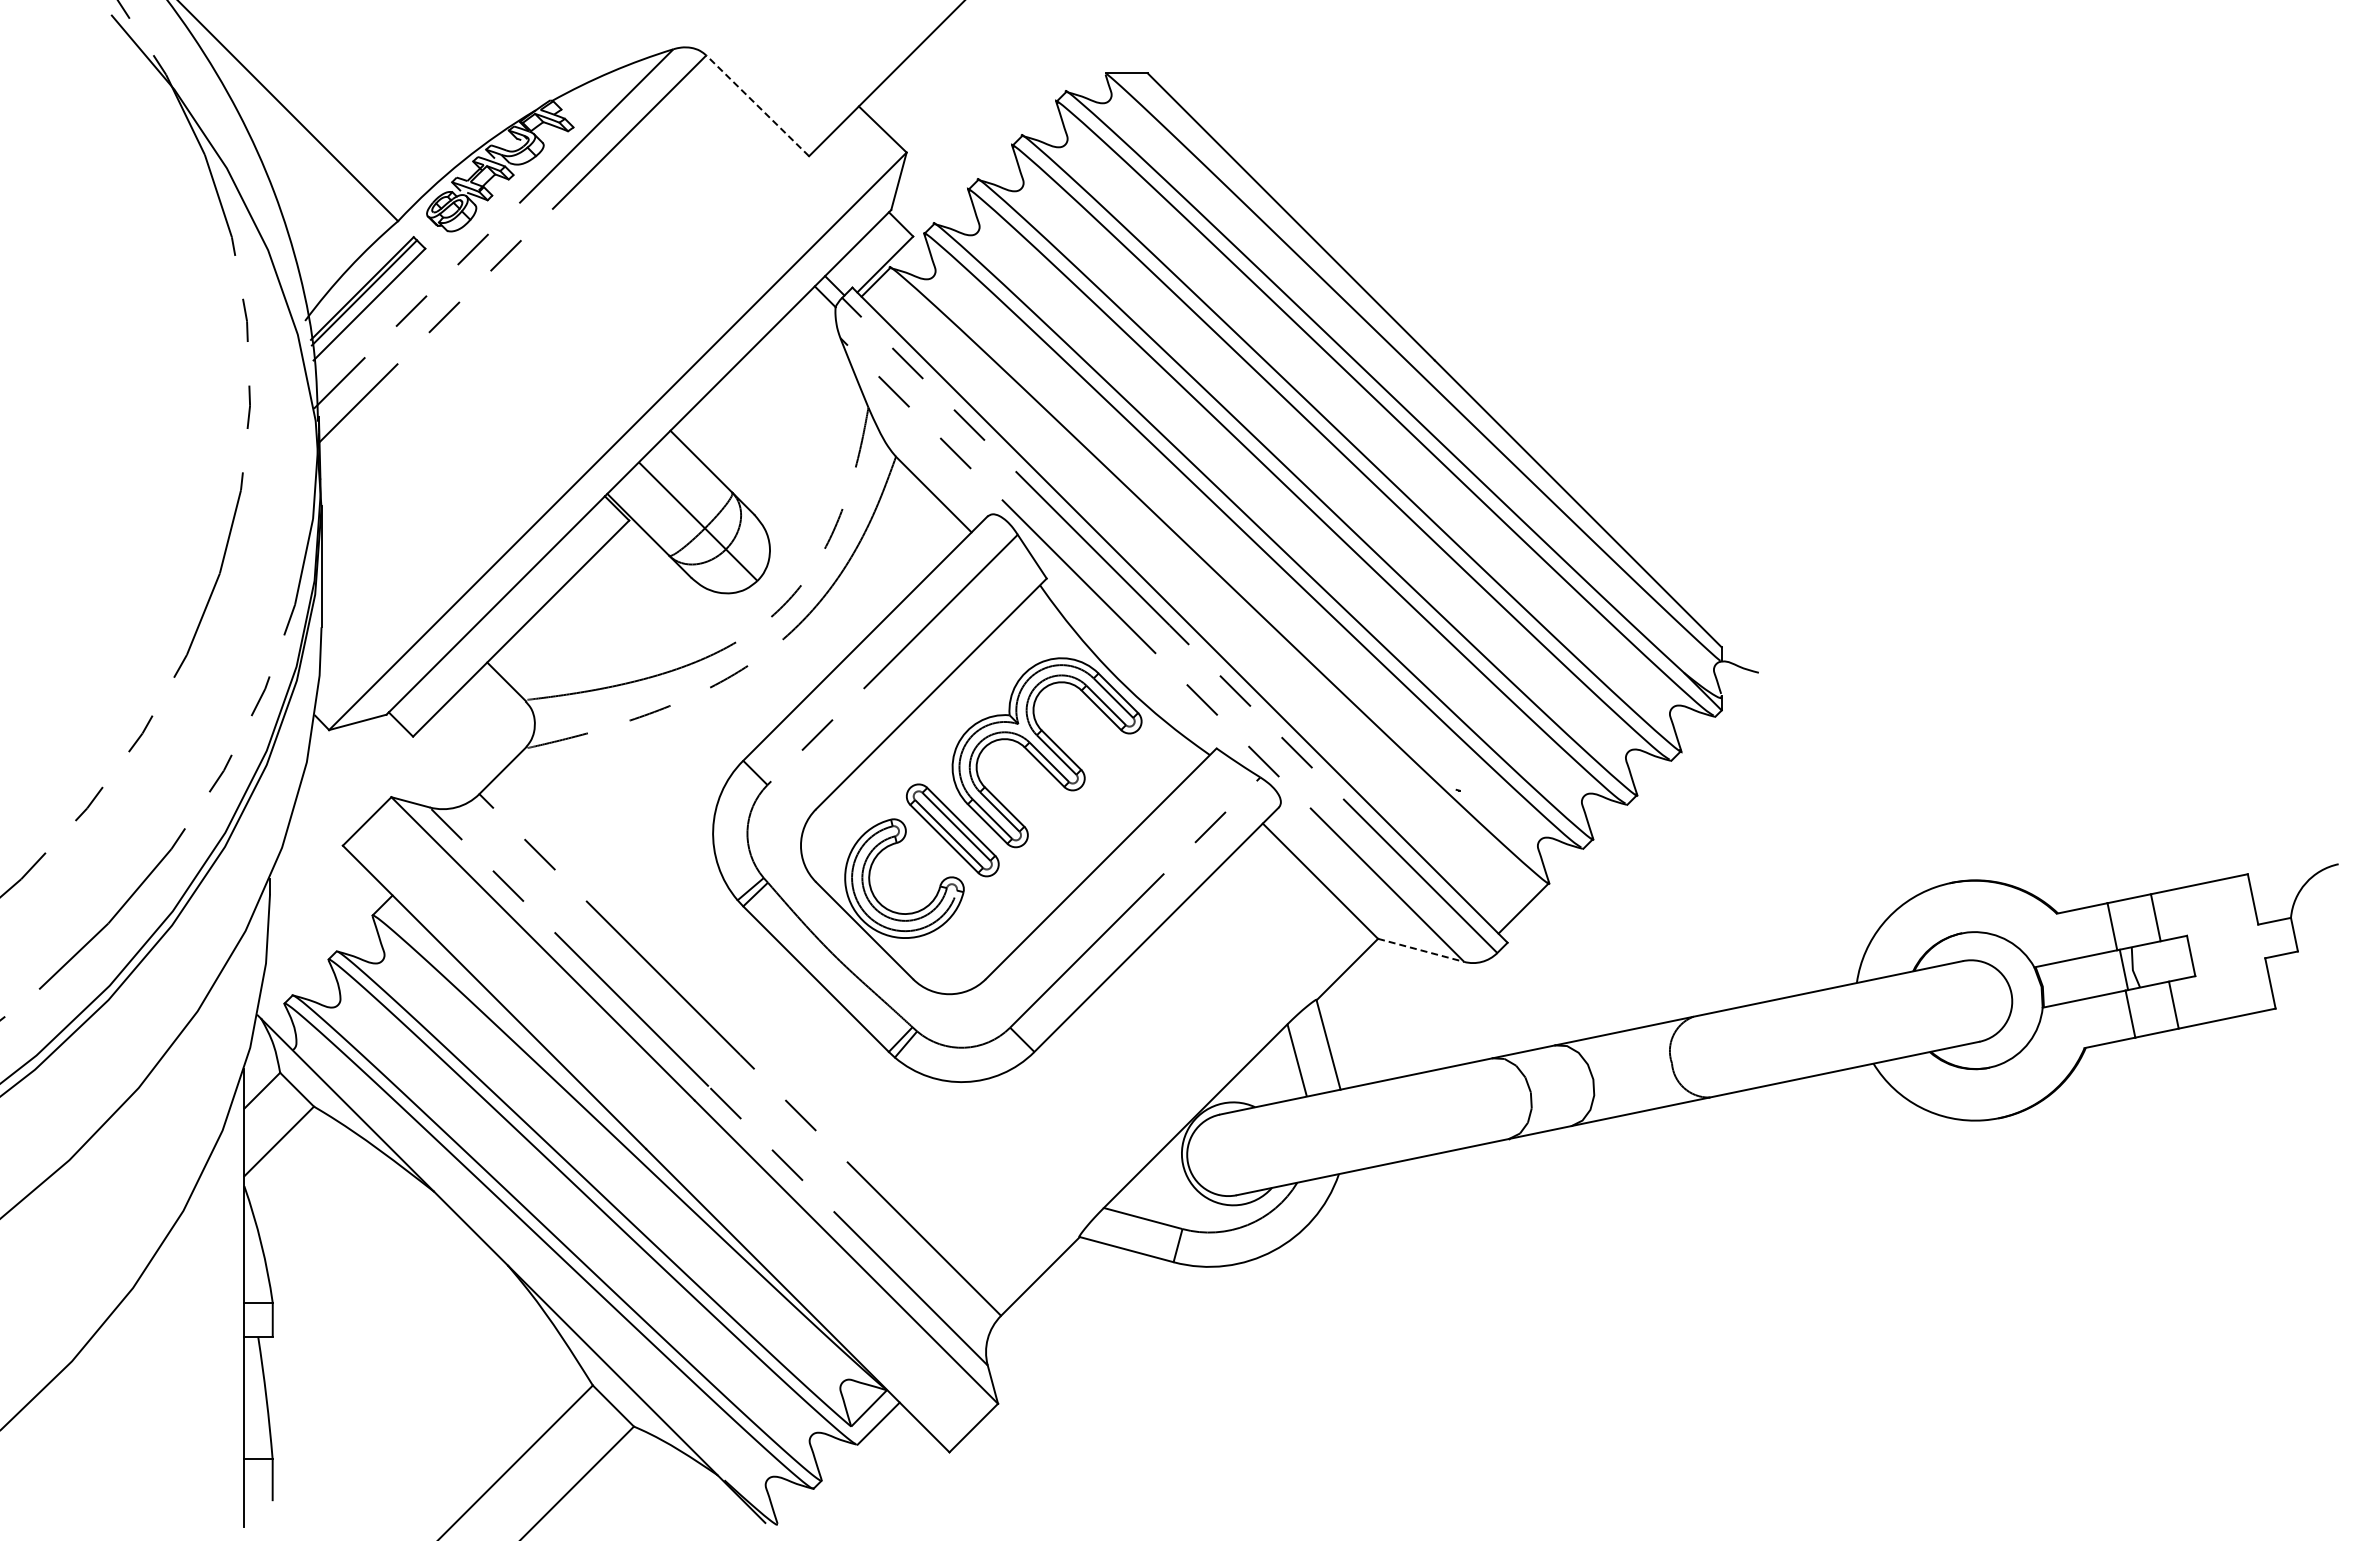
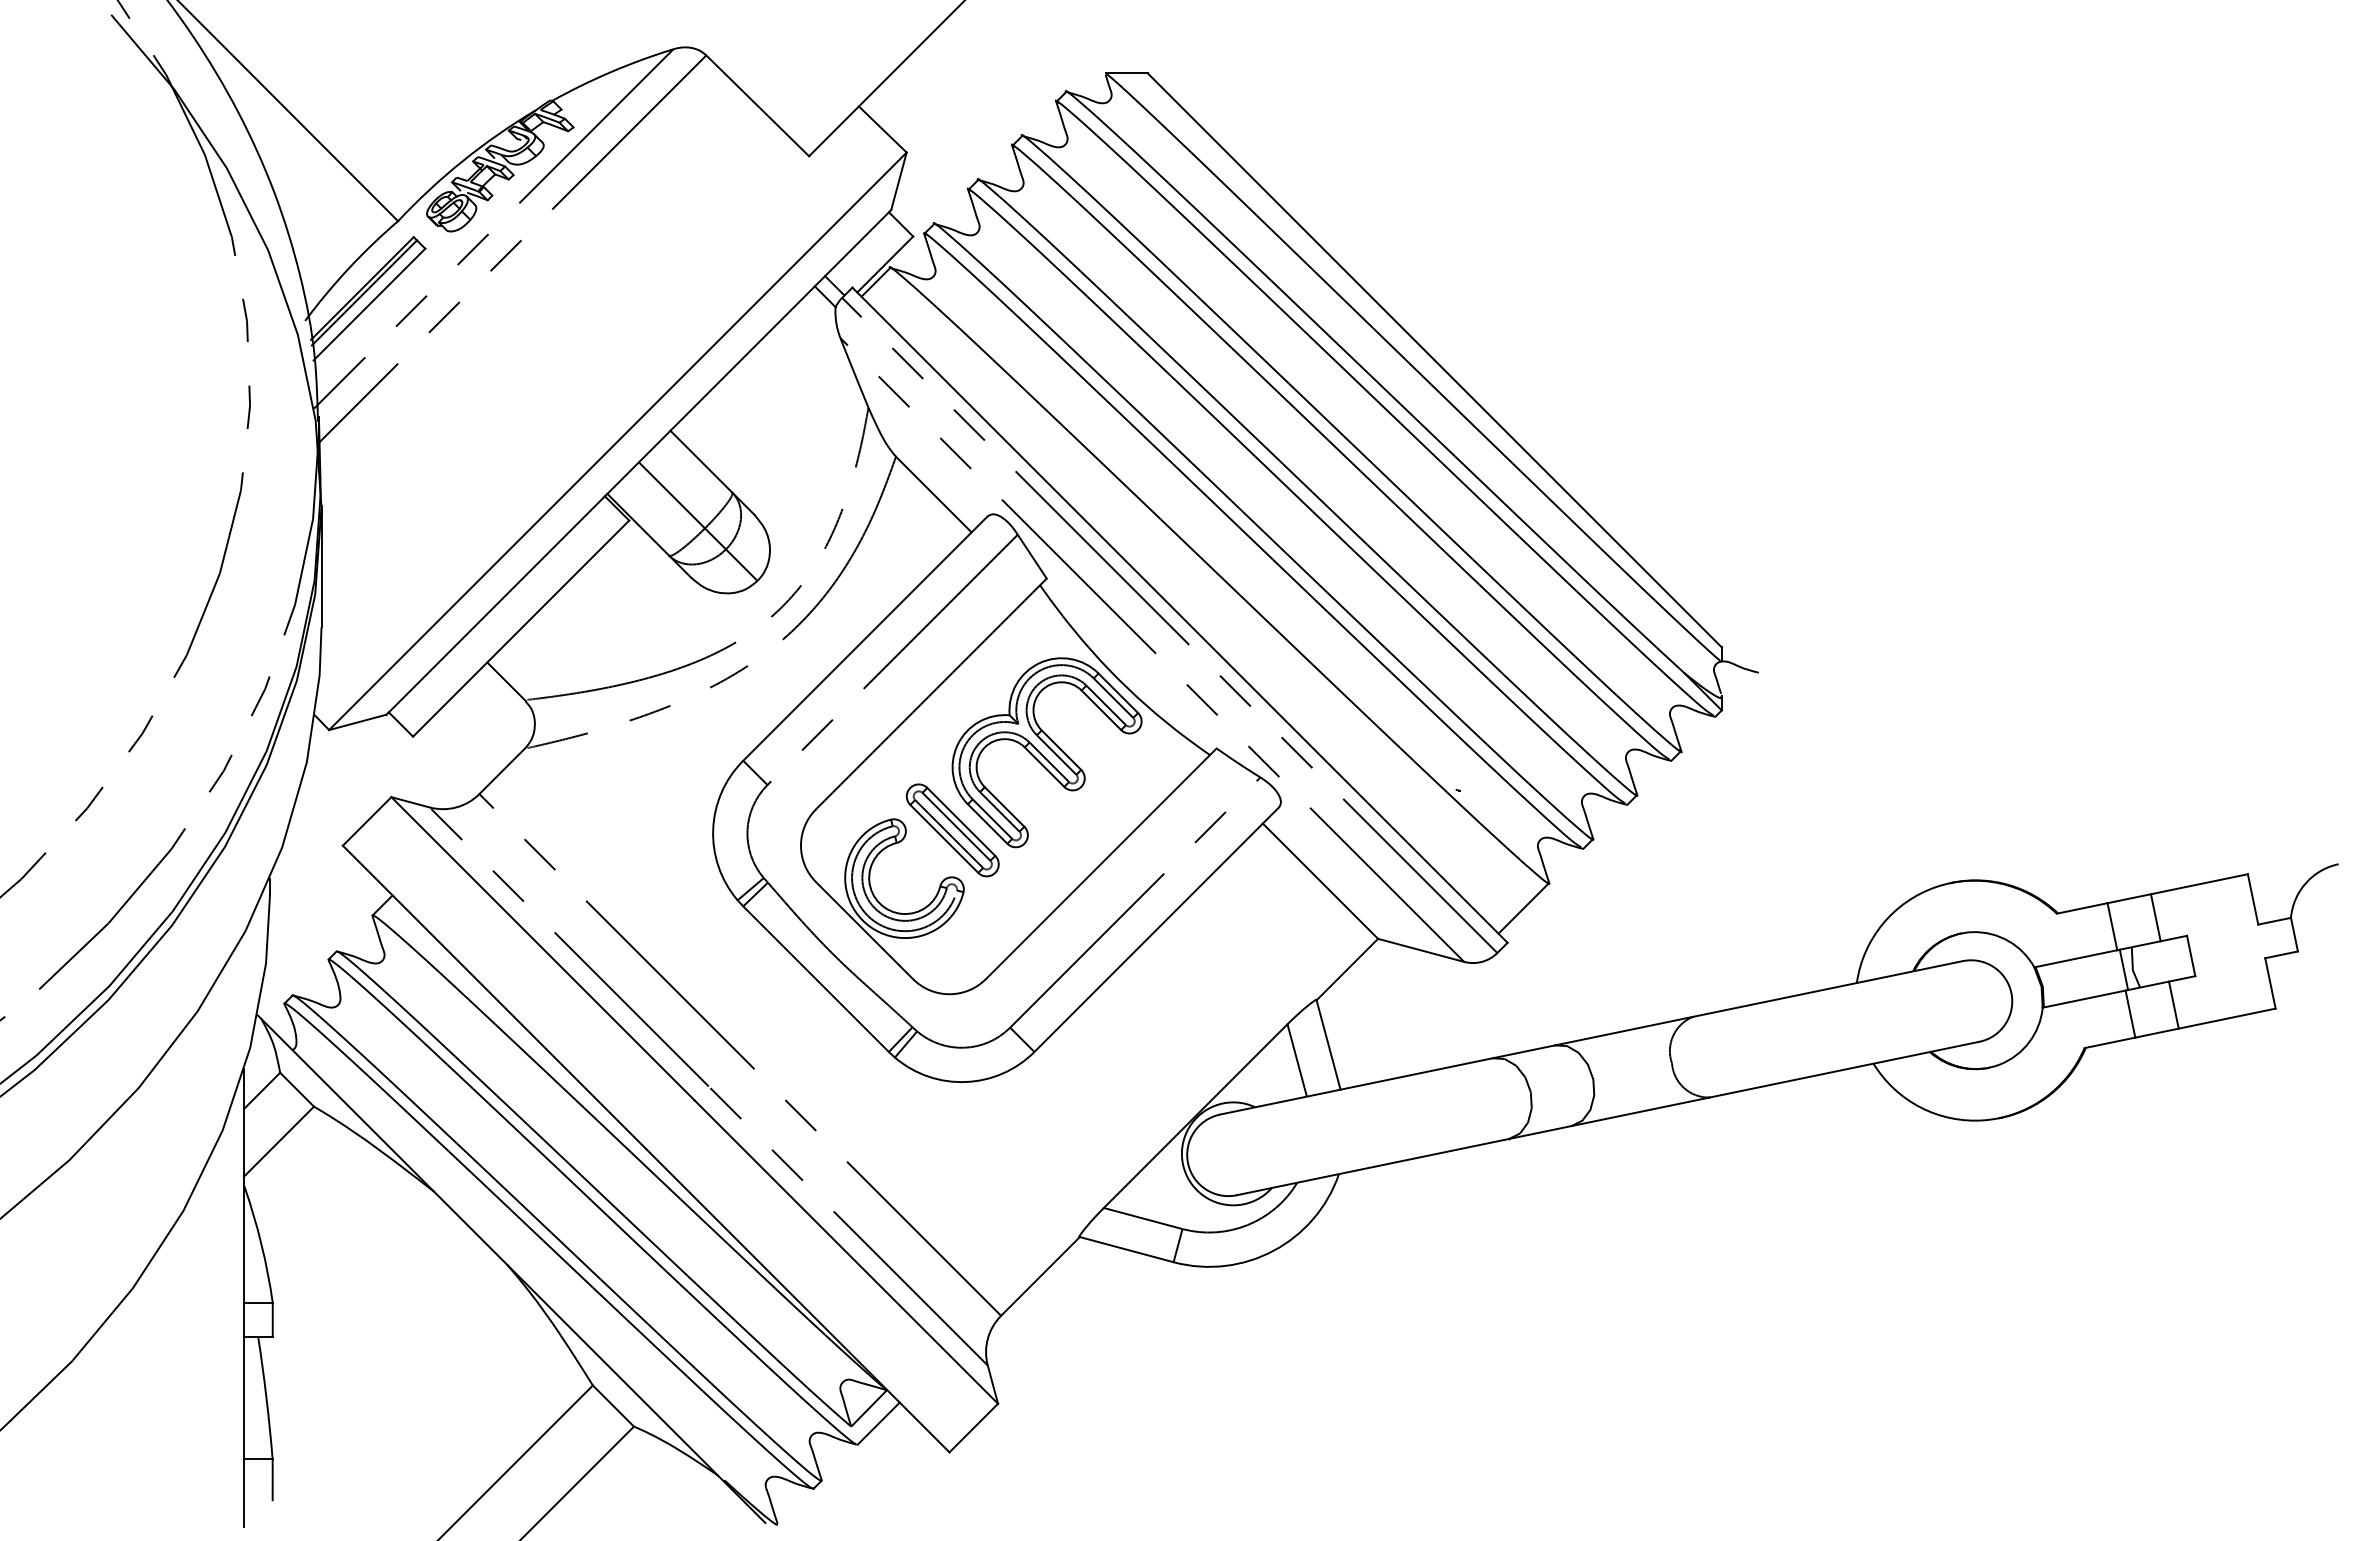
line at (757, 105): dashed -> solid
line at (1421, 950): dashed -> solid
